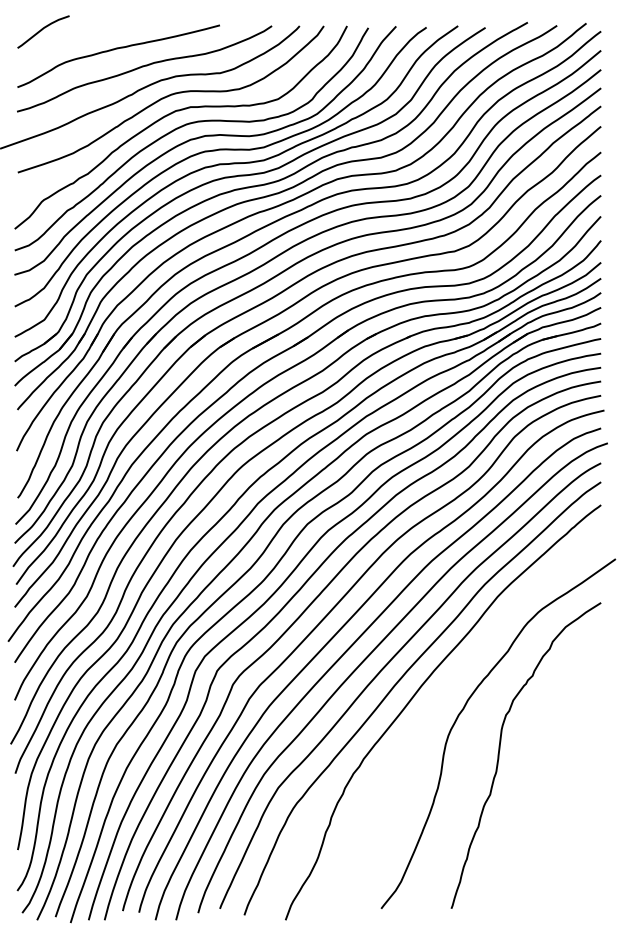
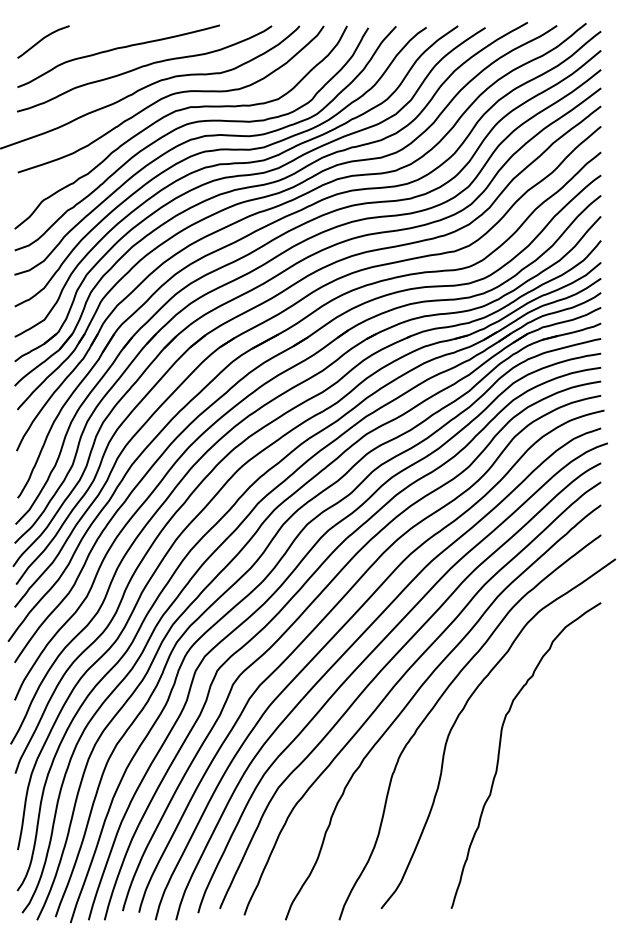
curve at (42, 30) position: (42, 30) -> (42, 40)
curve at (435, 706): none -> present
